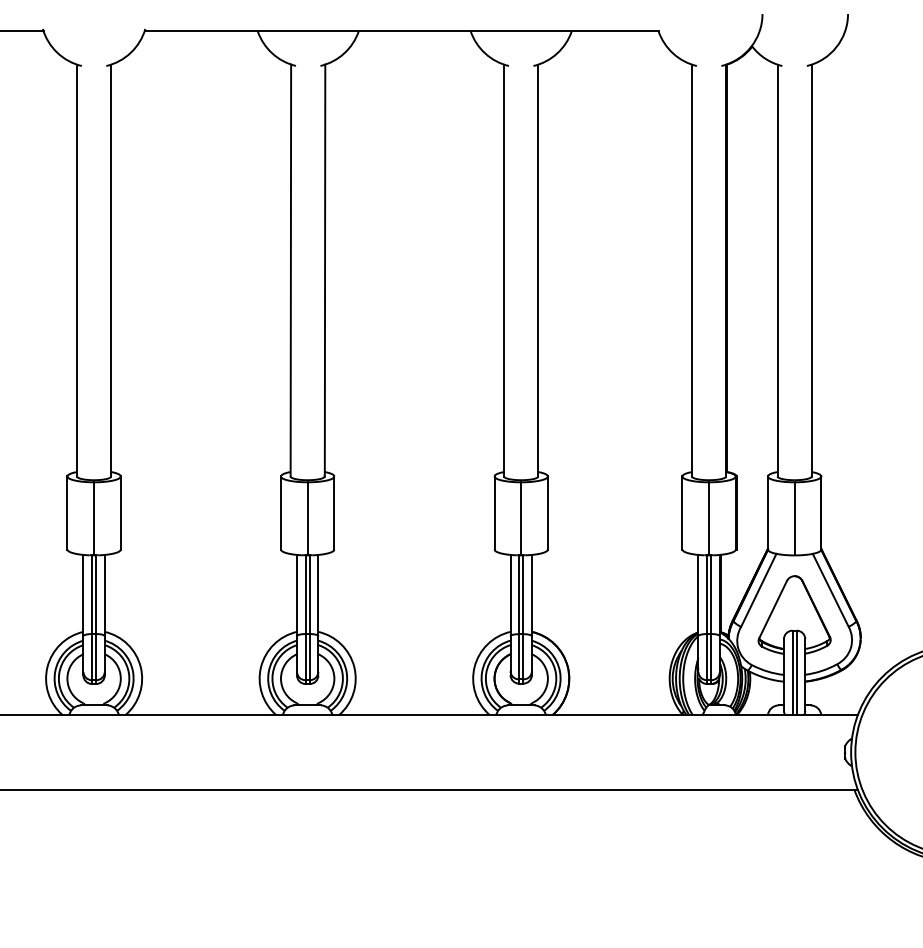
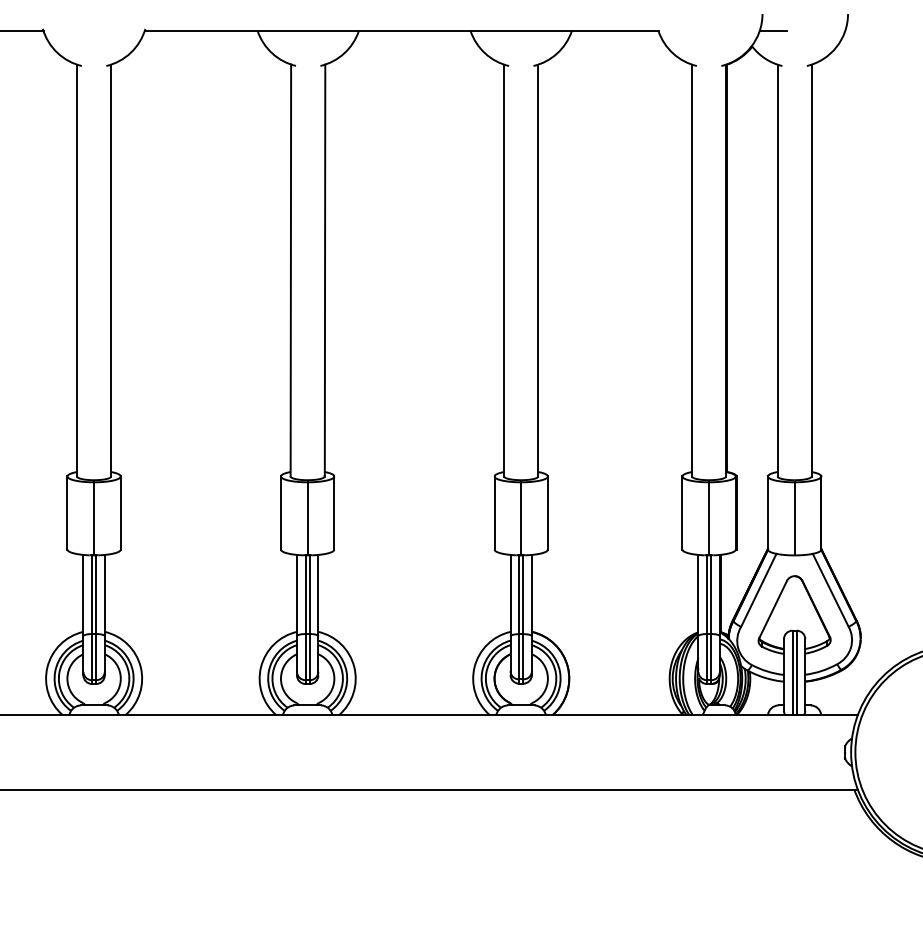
line at (772, 31): none -> present
